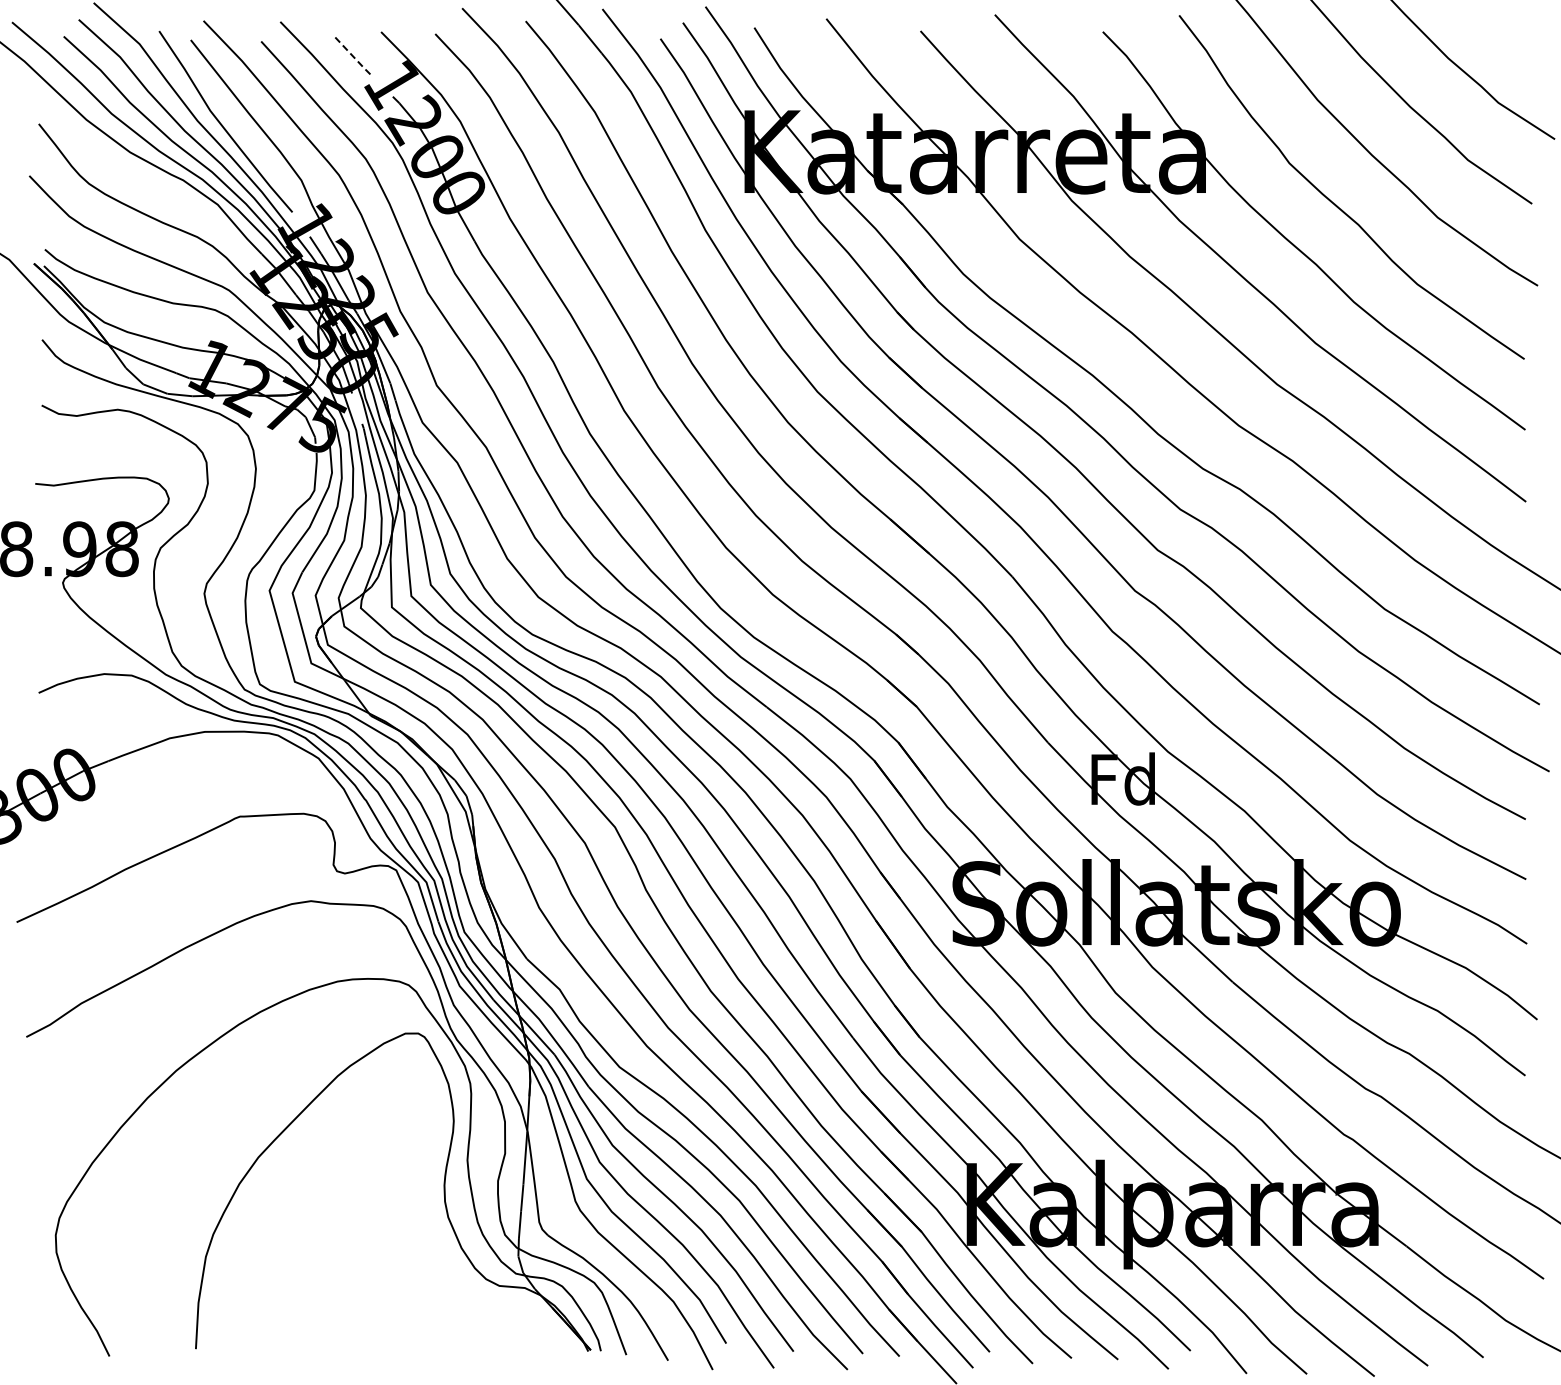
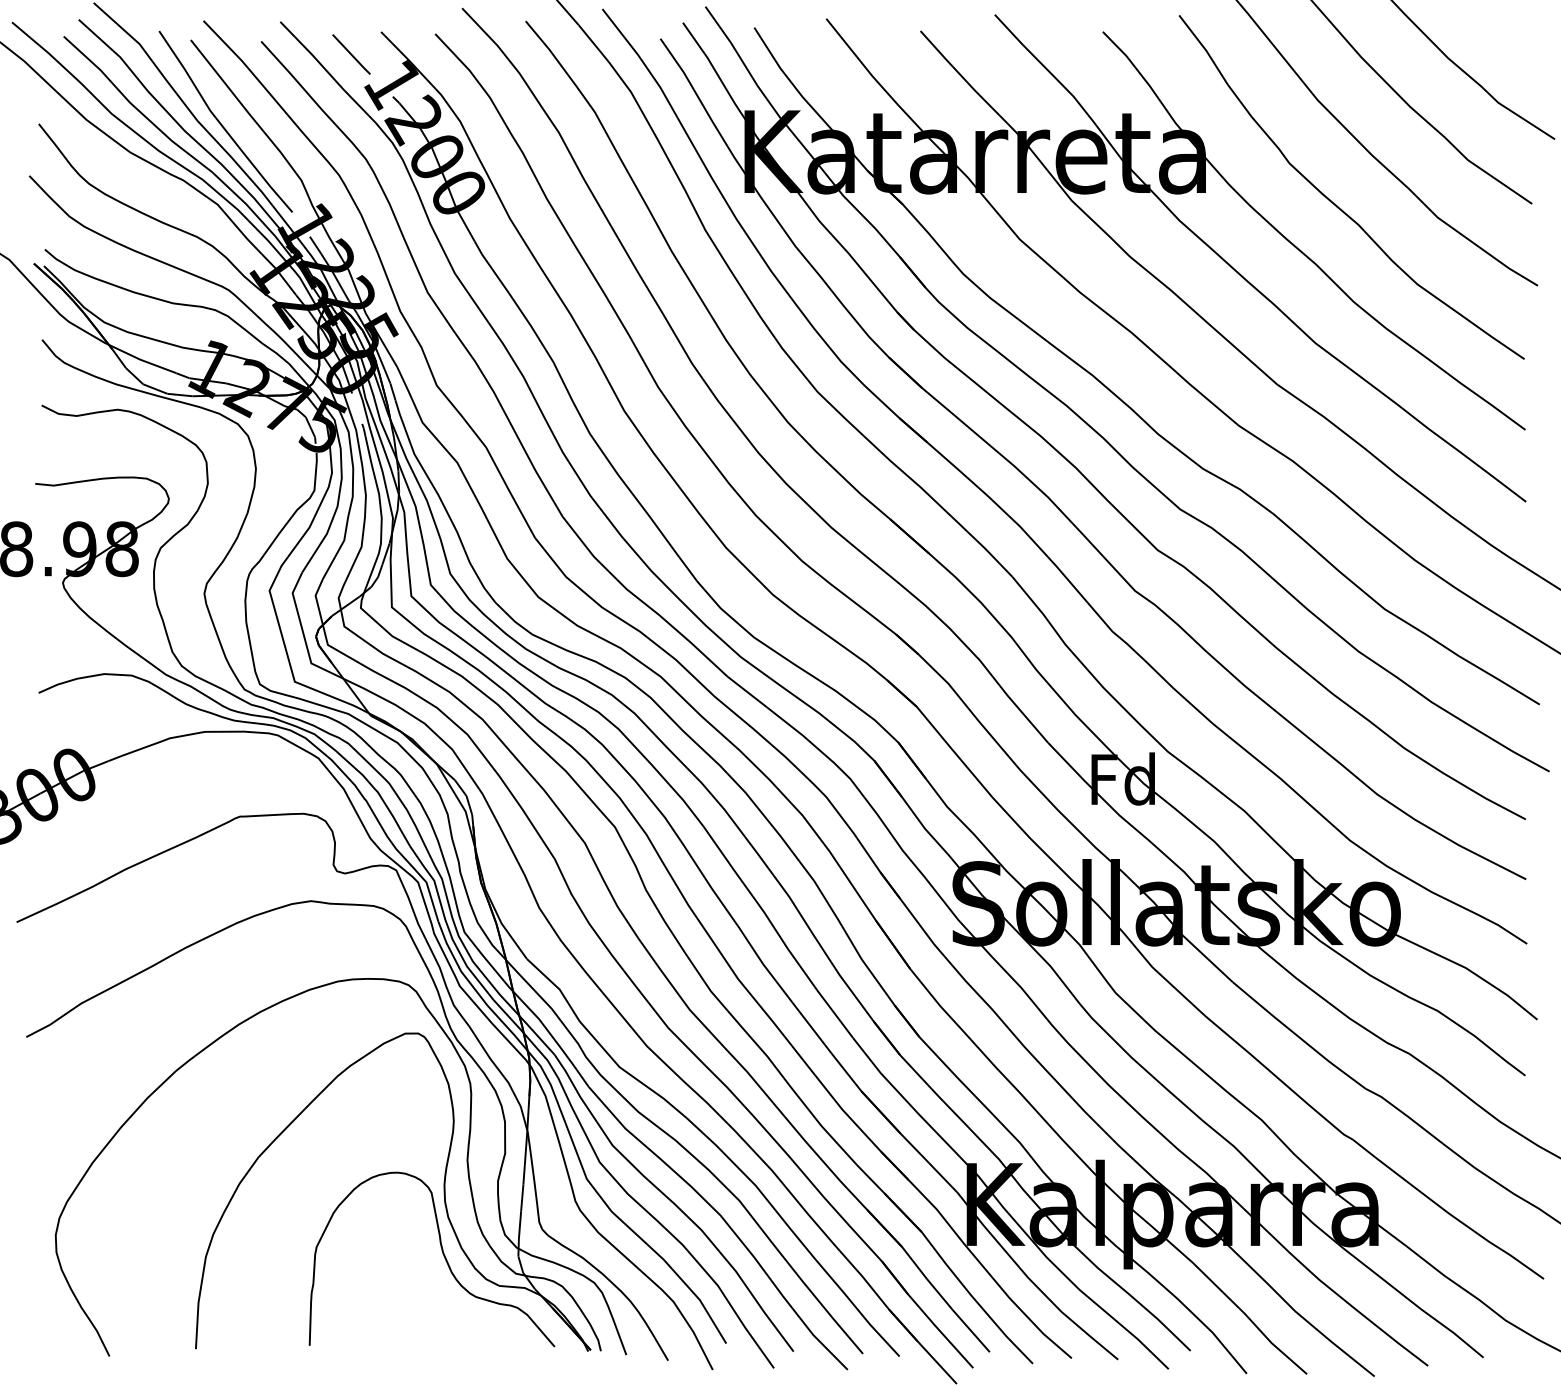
line at (351, 55): dashed -> solid
curve at (442, 1254): none -> present
